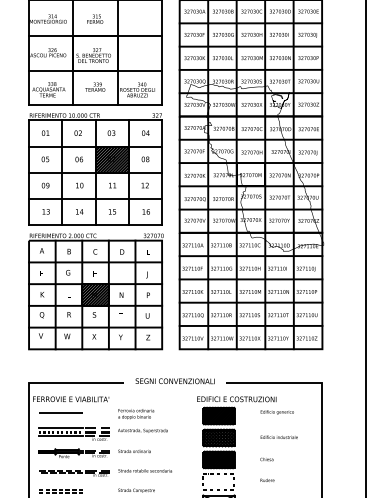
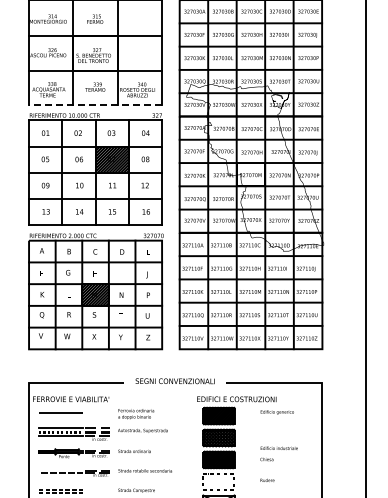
line at (95, 104): solid -> dashed
text at (278, 436) position: (278, 436) -> (278, 447)
line at (61, 470): present -> none
